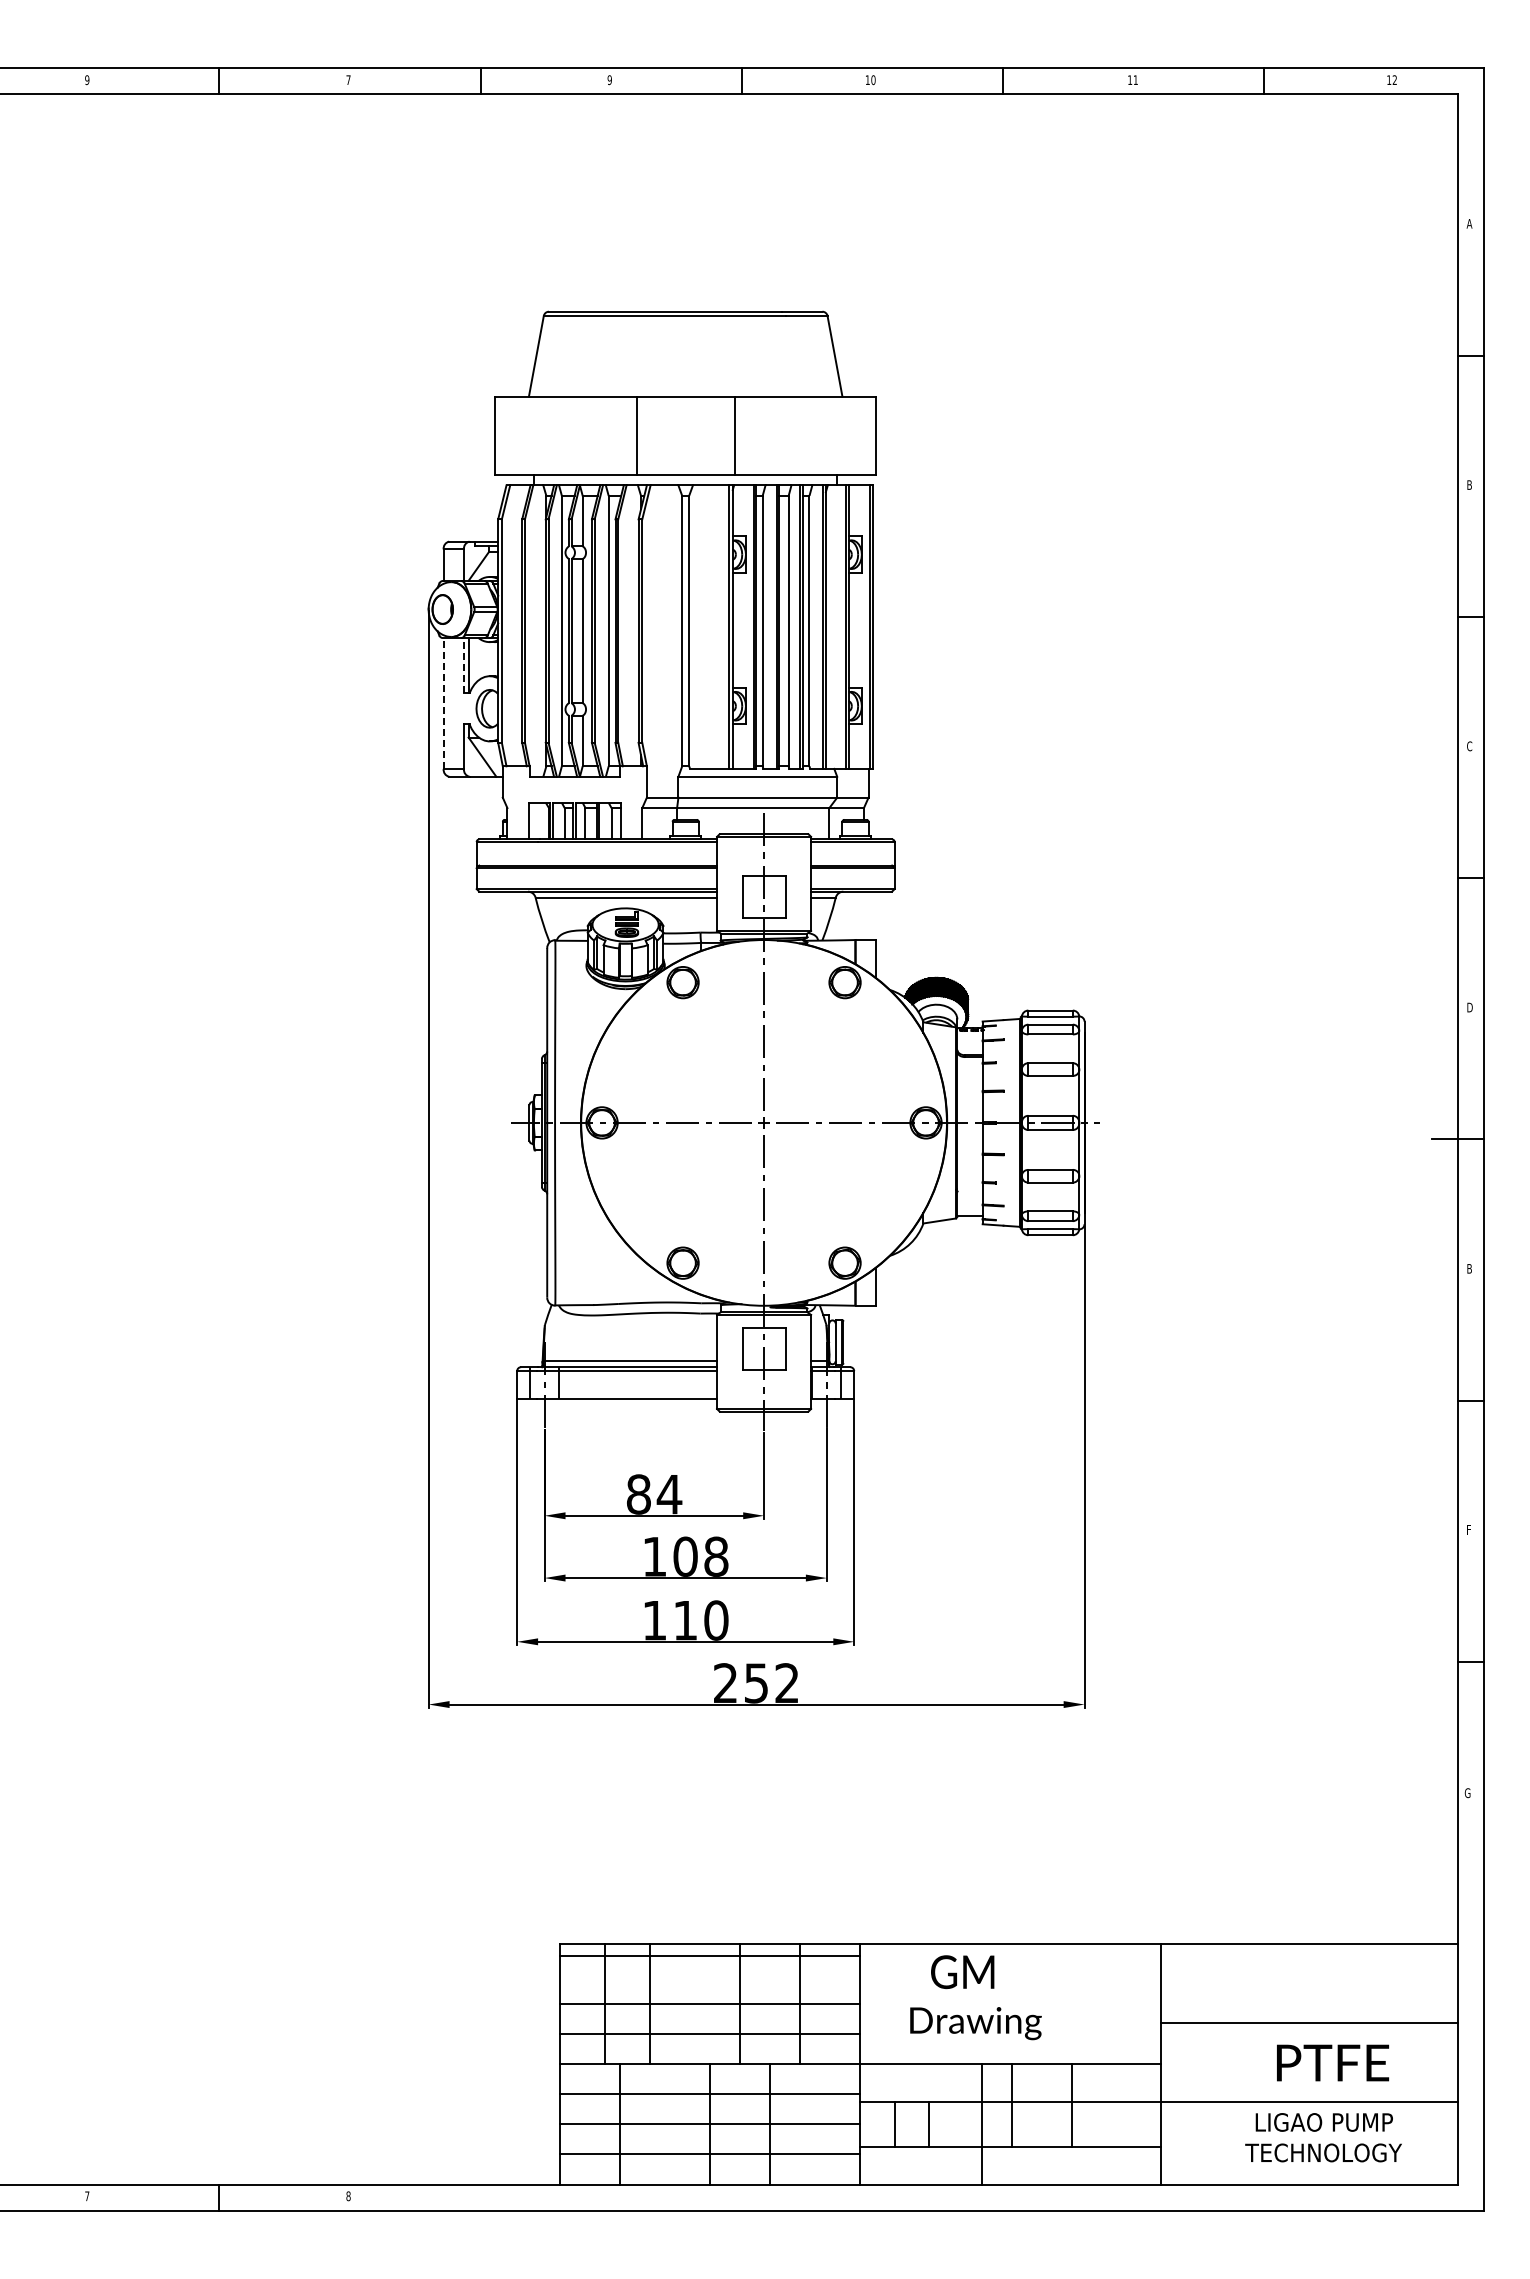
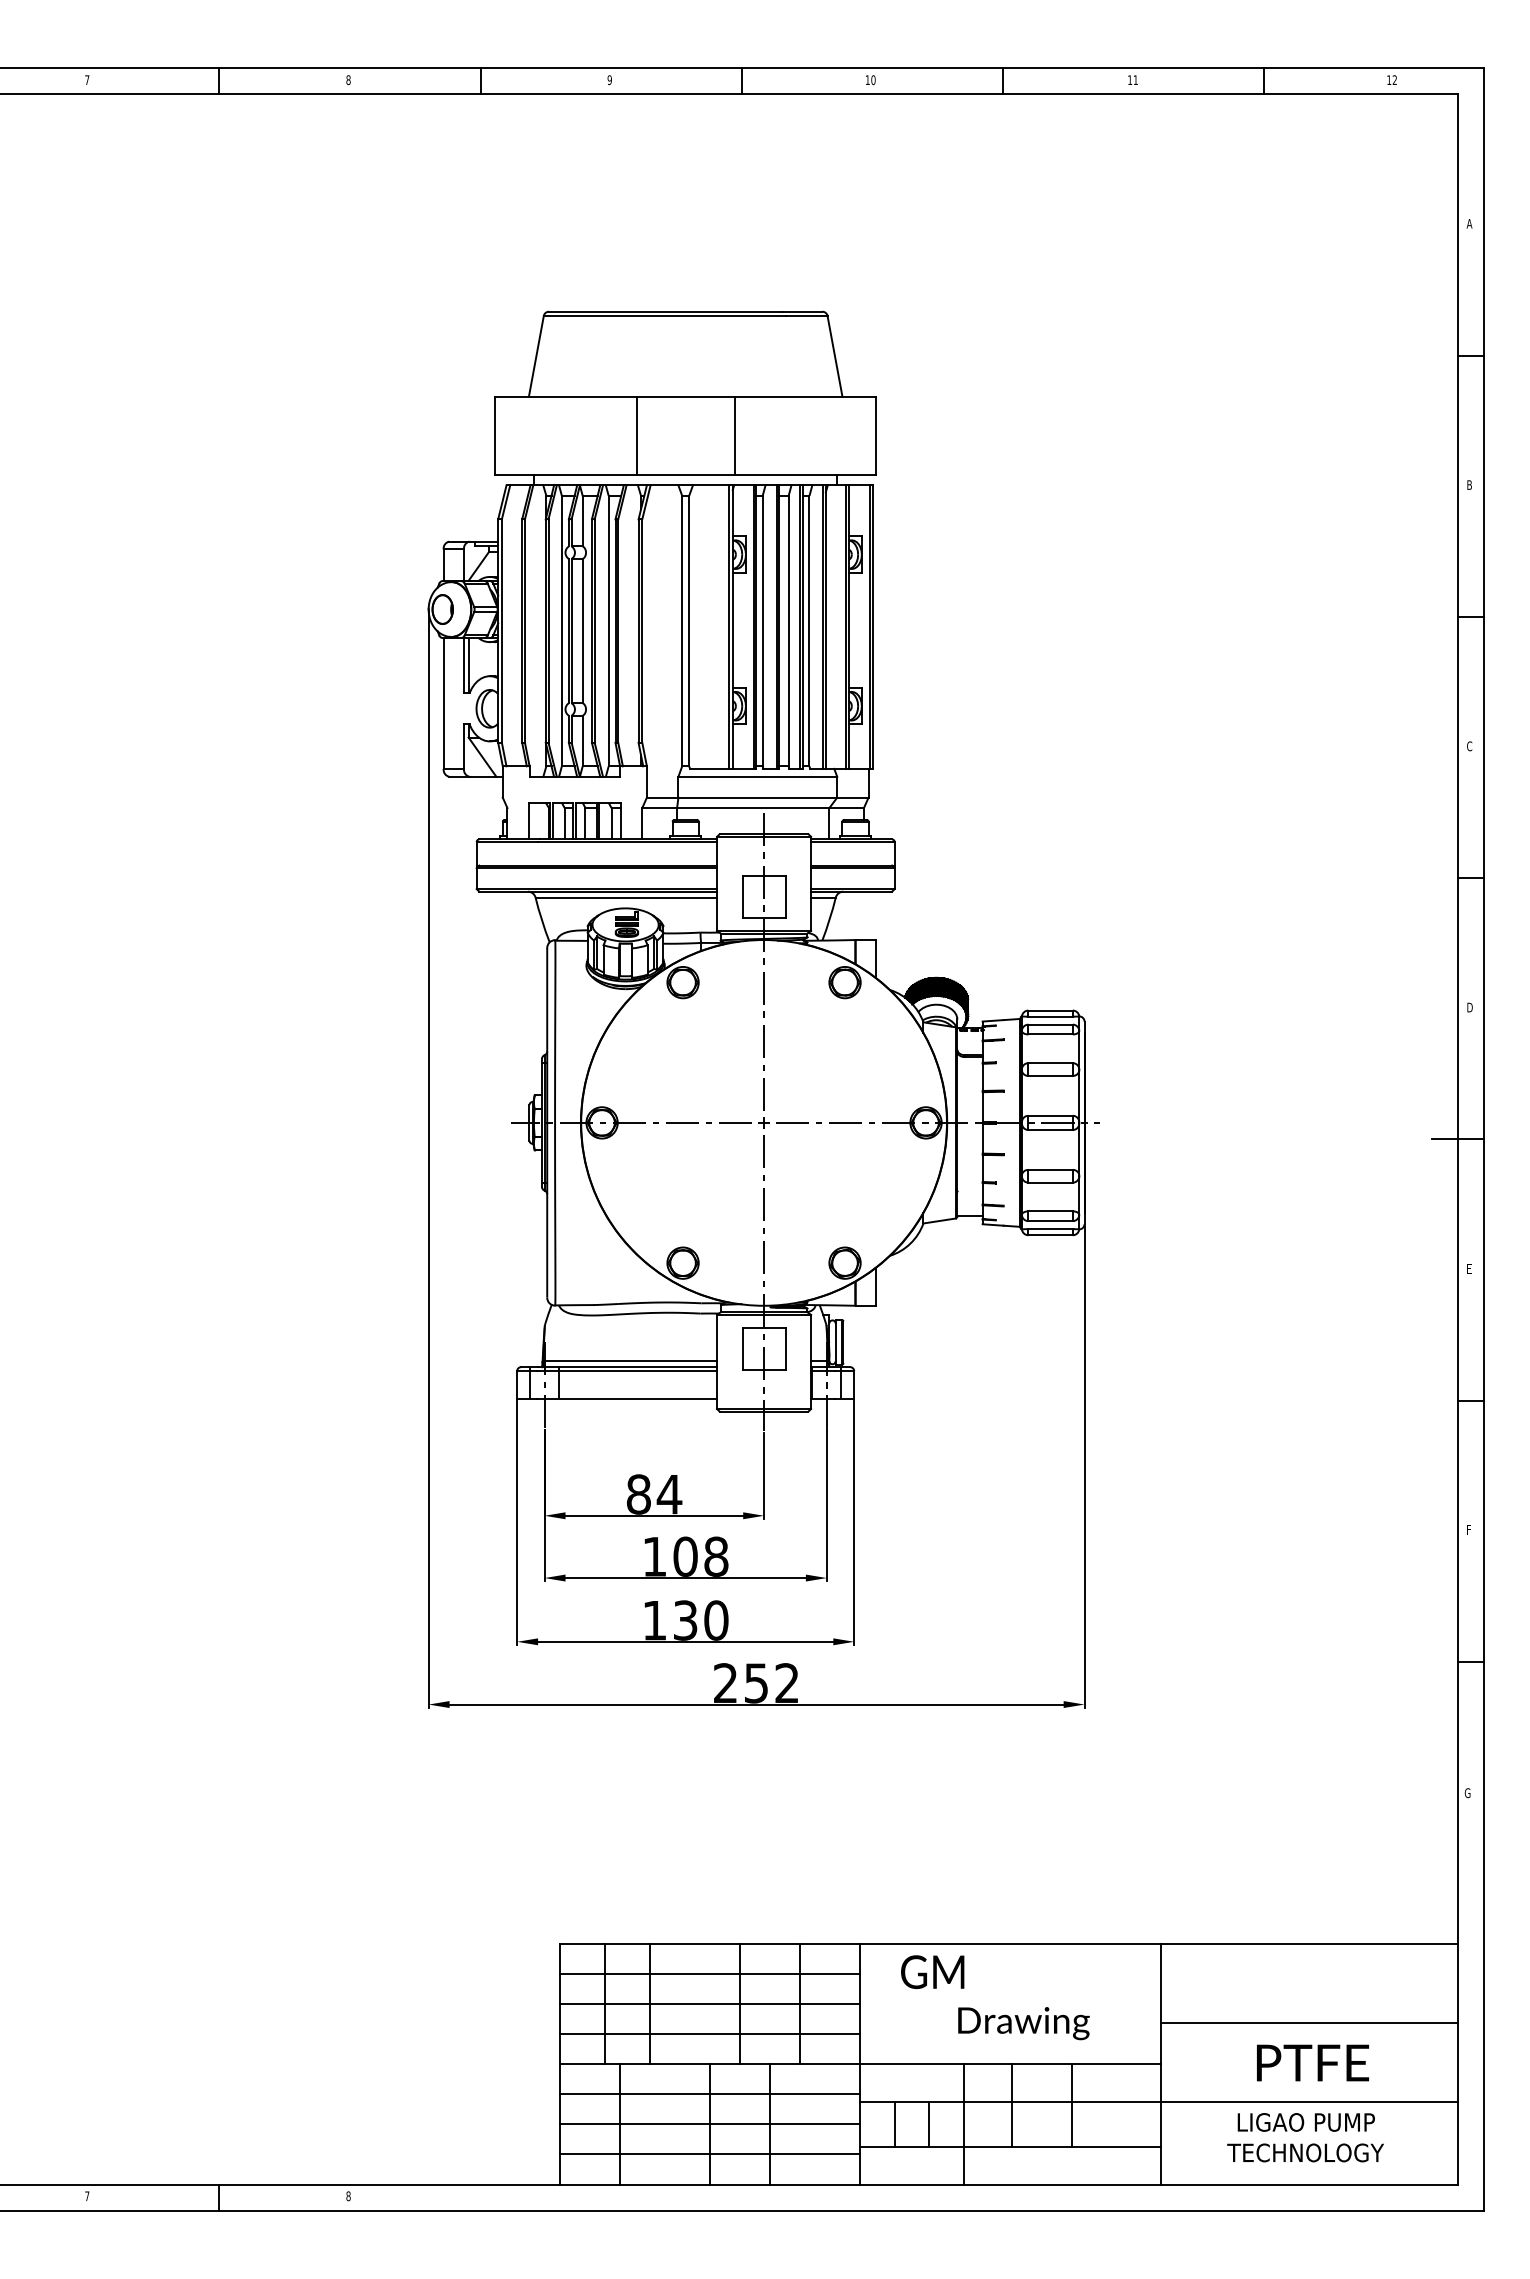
text at (87, 80): 9 -> 7
text at (348, 80): 7 -> 8
line at (464, 665): dashed -> solid
line at (443, 702): dashed -> solid
text at (1469, 1268): B -> E
text at (685, 1620): 110 -> 130
line at (709, 1956) position: (709, 1956) -> (709, 1974)
text at (962, 1972) position: (962, 1972) -> (932, 1972)
text at (975, 2023) position: (975, 2023) -> (1023, 2023)
text at (1333, 2062) position: (1333, 2062) -> (1313, 2062)
line at (981, 2124) position: (981, 2124) -> (963, 2124)
text at (1323, 2137) position: (1323, 2137) -> (1305, 2137)
